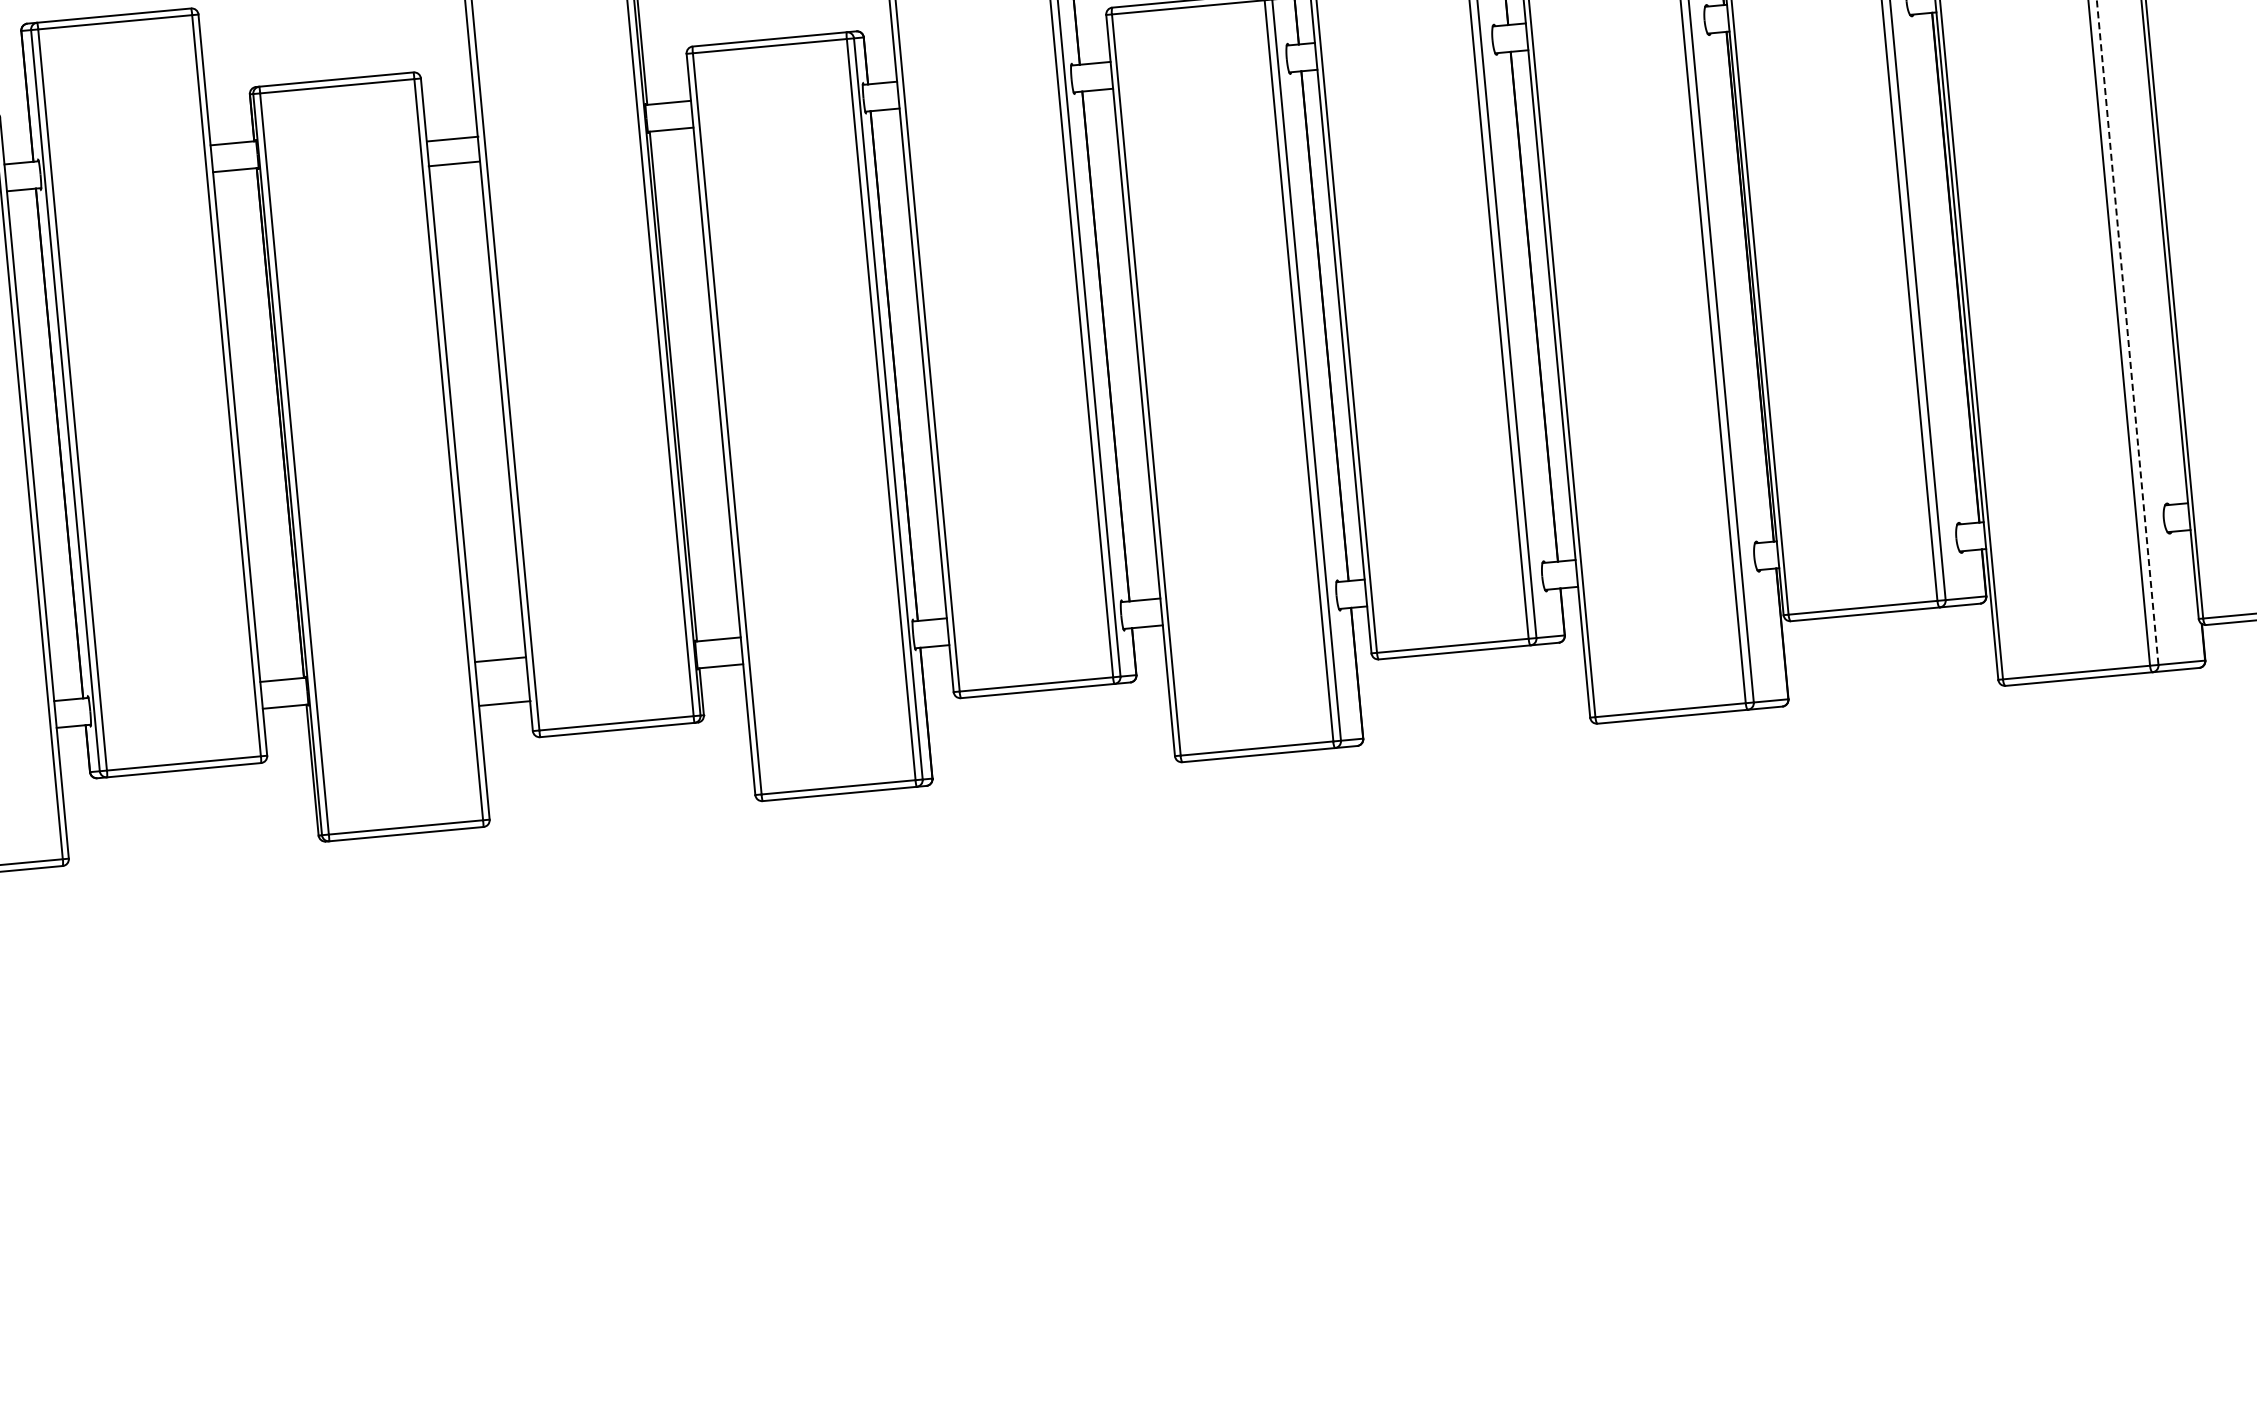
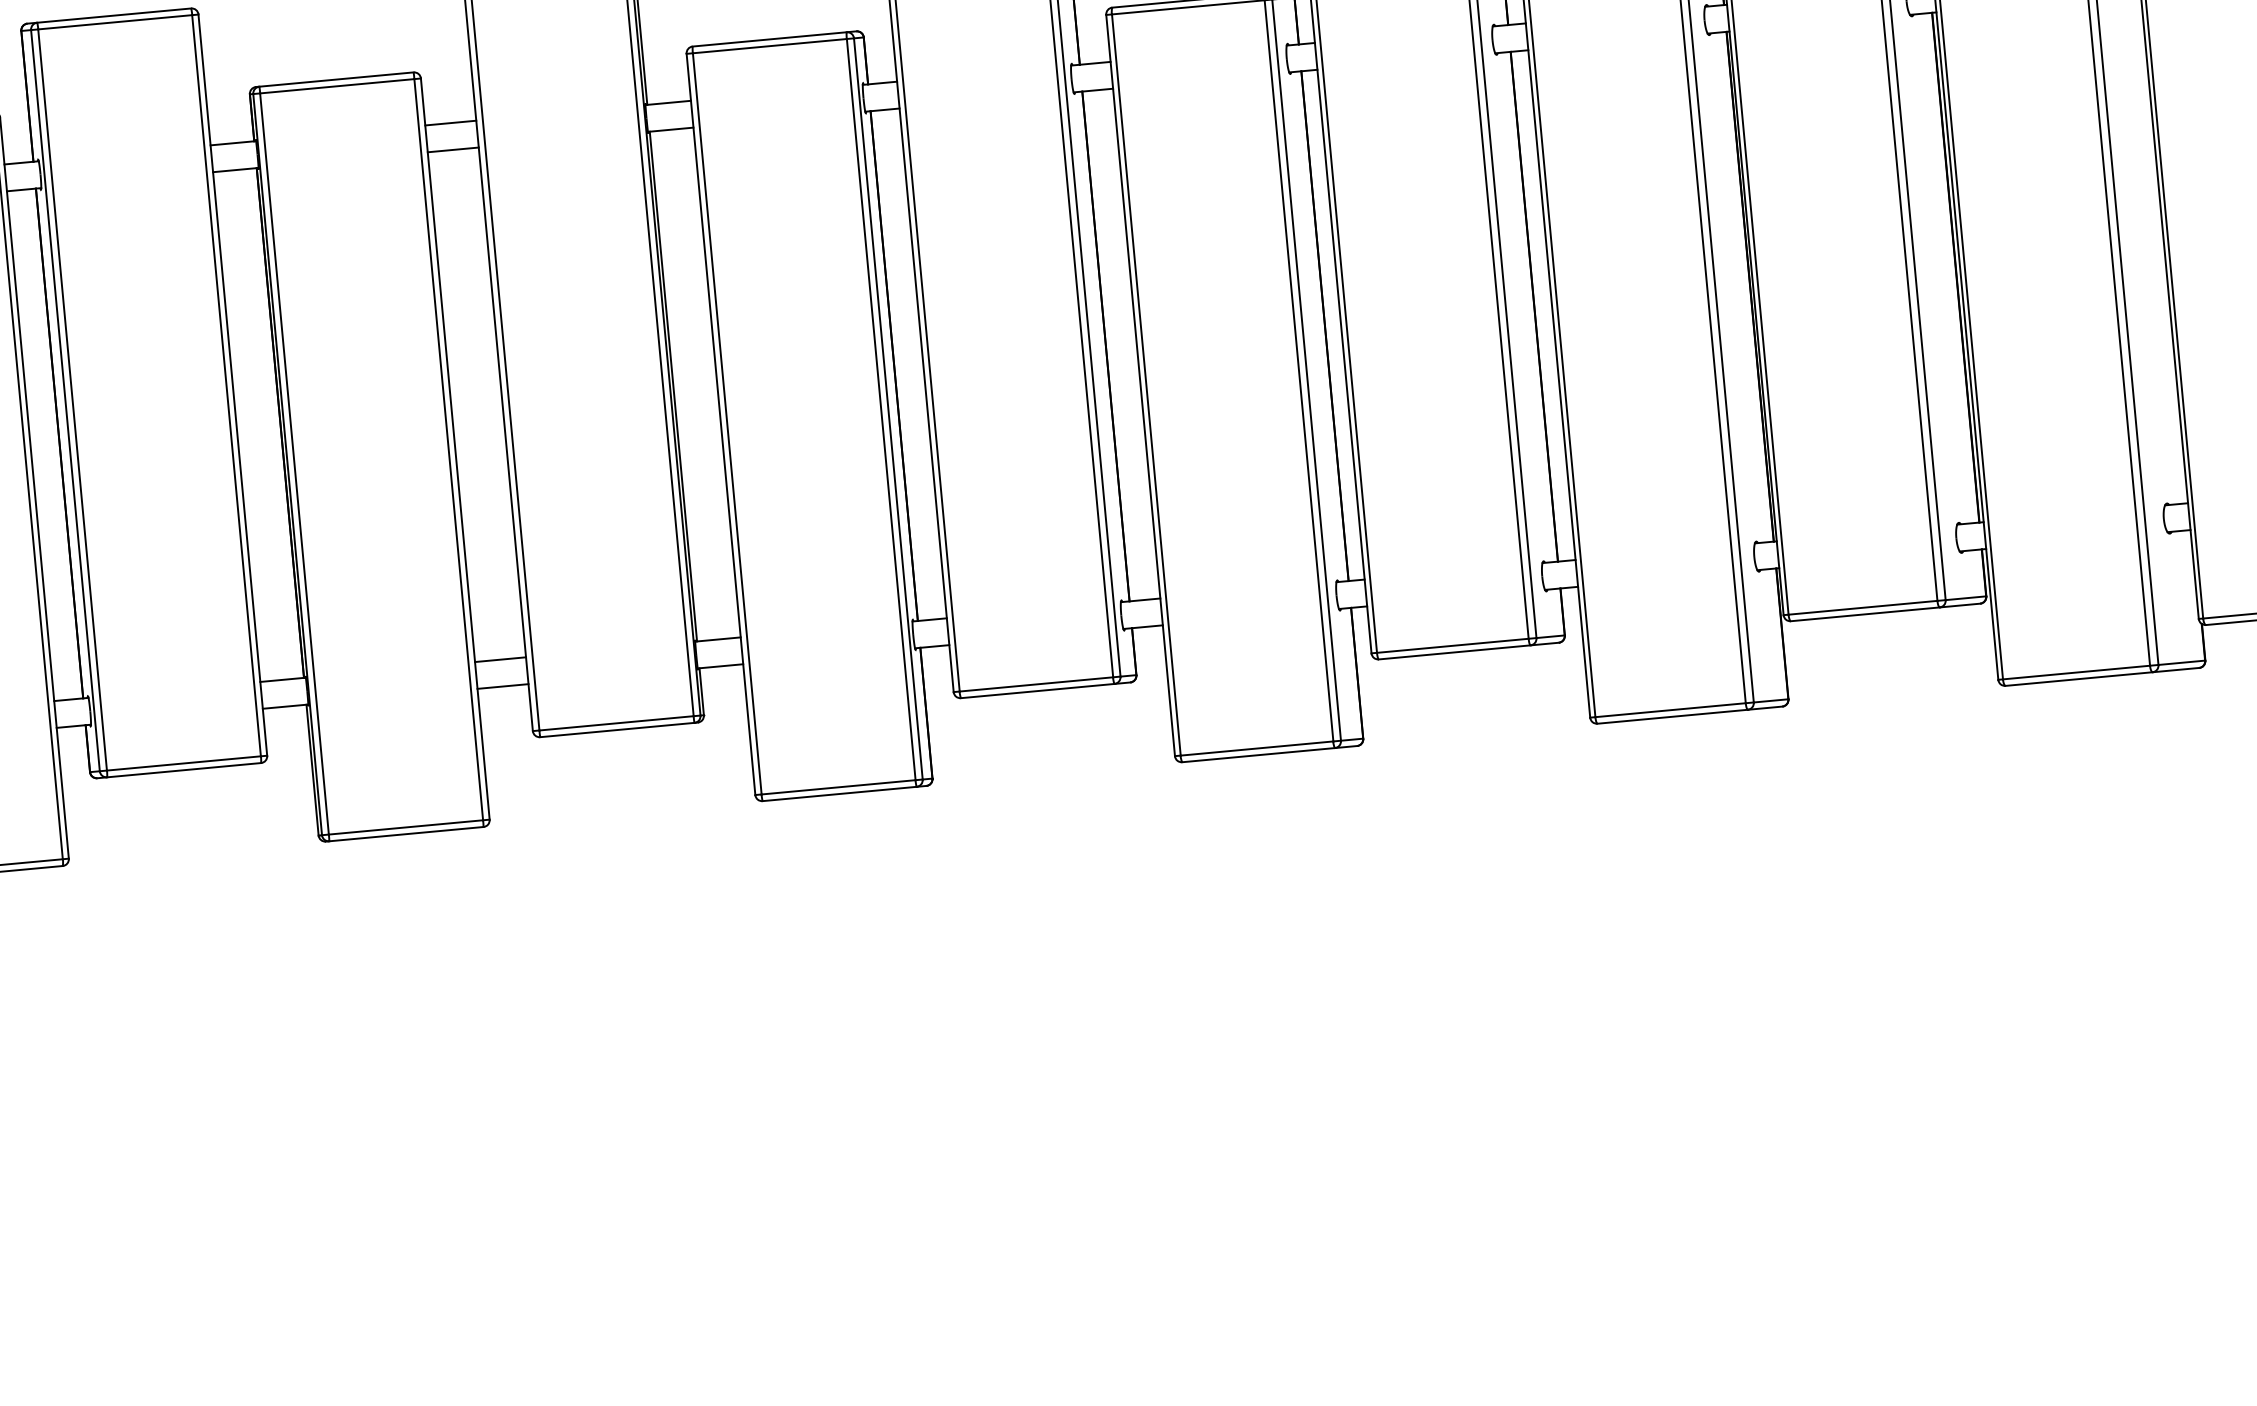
line at (452, 138) position: (452, 138) -> (450, 122)
line at (453, 163) position: (453, 163) -> (452, 149)
line at (2127, 332): dashed -> solid
line at (504, 703) position: (504, 703) -> (502, 686)
